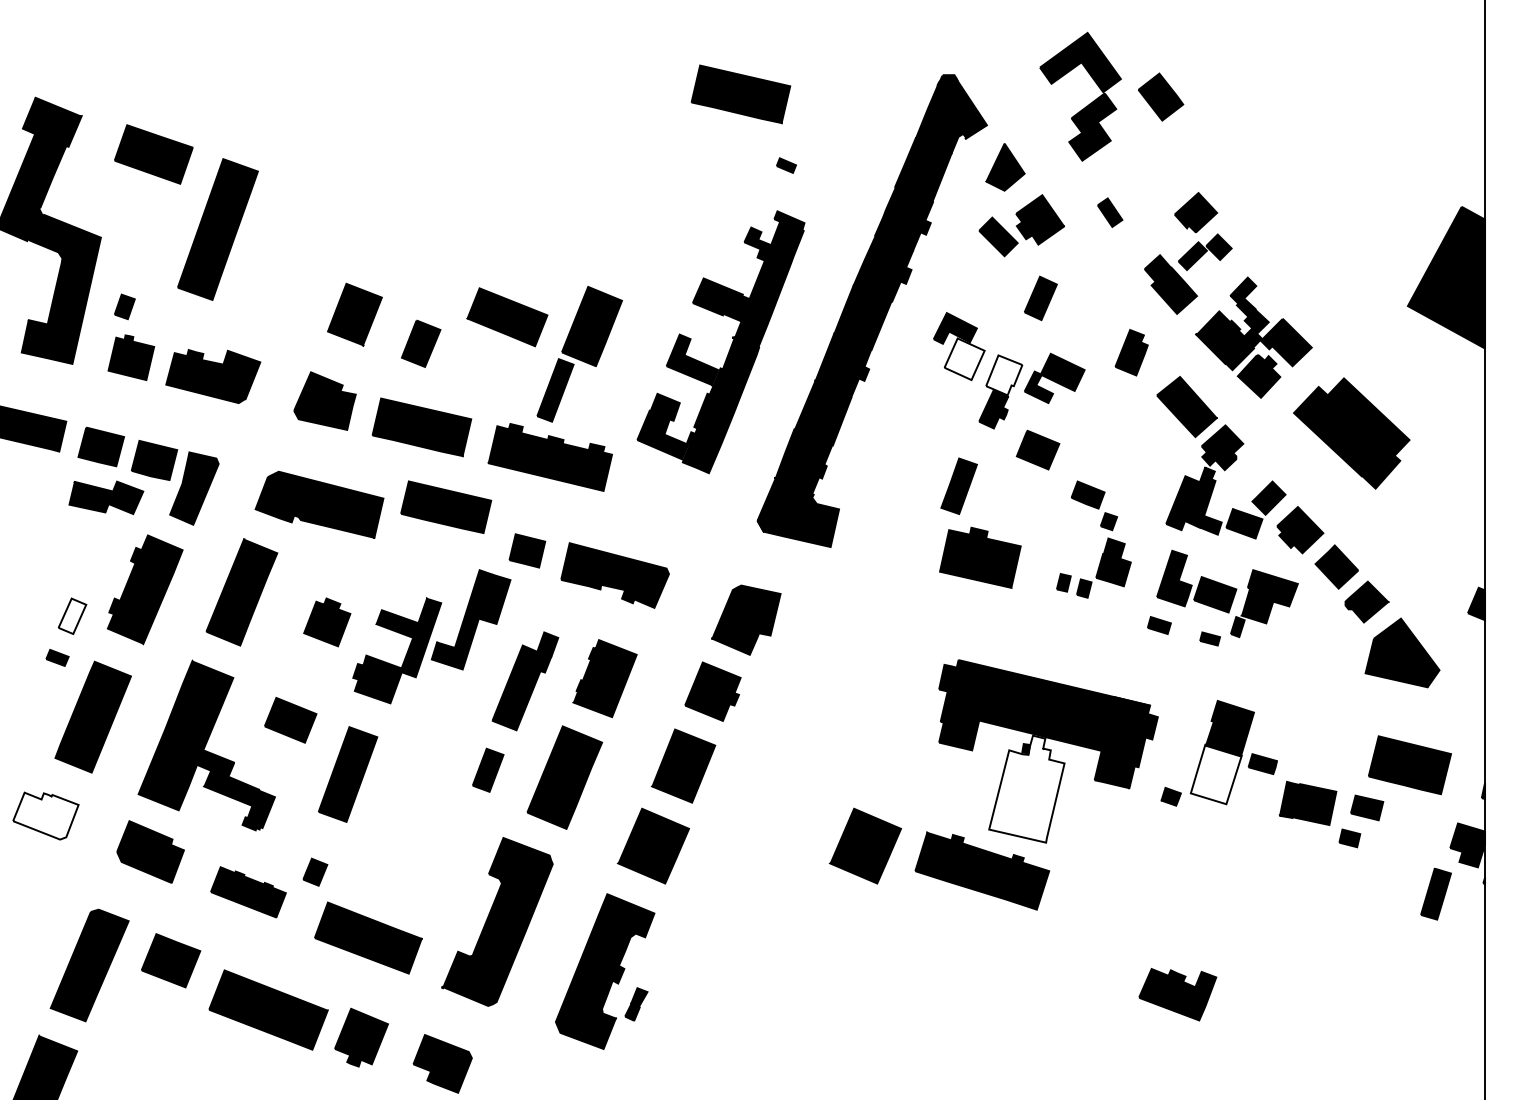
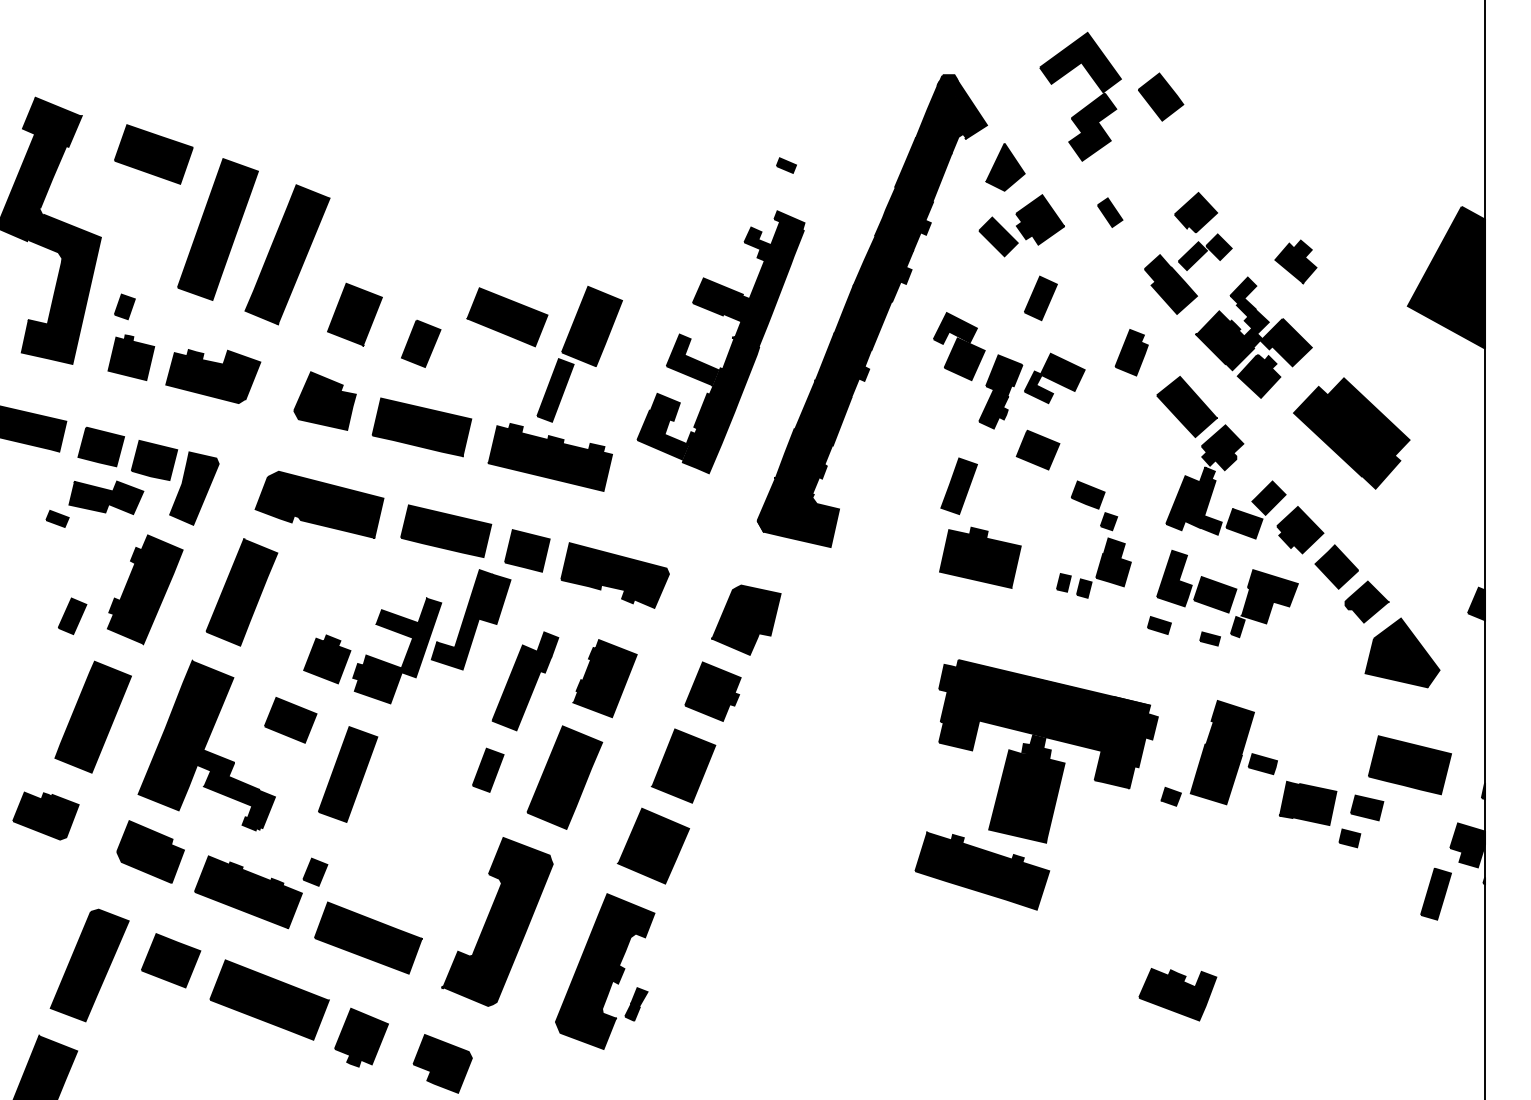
part at (740, 94): present -> none
part at (287, 254): none -> present
part at (1295, 261): none -> present
fill at (964, 359): none -> present
fill at (1004, 375): none -> present
part at (446, 506) position: (446, 506) -> (446, 530)
part at (527, 550) size: 39x36 px -> 47x44 px
fill at (72, 616): none -> present
part at (327, 622) position: (327, 622) -> (327, 659)
part at (57, 657) position: (57, 657) -> (57, 518)
fill at (1215, 774): none -> present
fill at (1026, 788): none -> present
fill at (45, 815): none -> present
part at (864, 845): present -> none
part at (248, 892) size: 77x53 px -> 109x75 px
part at (268, 1009) position: (268, 1009) -> (269, 999)
